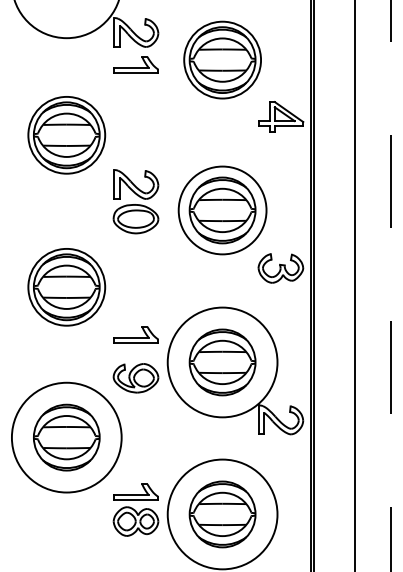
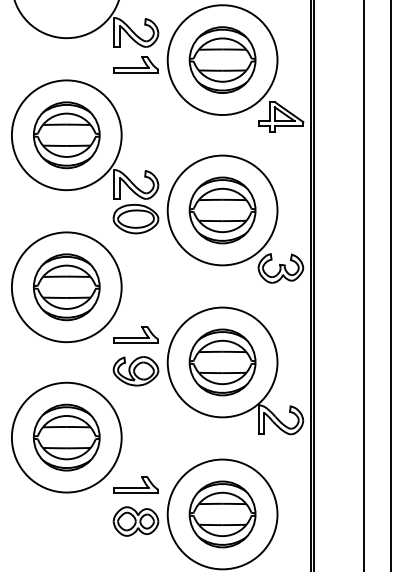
circle at (222, 59) diameter: 77 px -> 110 px
circle at (66, 134) diameter: 77 px -> 110 px
circle at (222, 210) diameter: 88 px -> 110 px
line at (354, 285) position: (354, 285) -> (363, 285)
line at (391, 285): dashed -> solid
circle at (66, 286) diameter: 77 px -> 110 px
part at (135, 378) position: (135, 378) -> (135, 371)
part at (135, 491) position: (135, 491) -> (135, 484)
